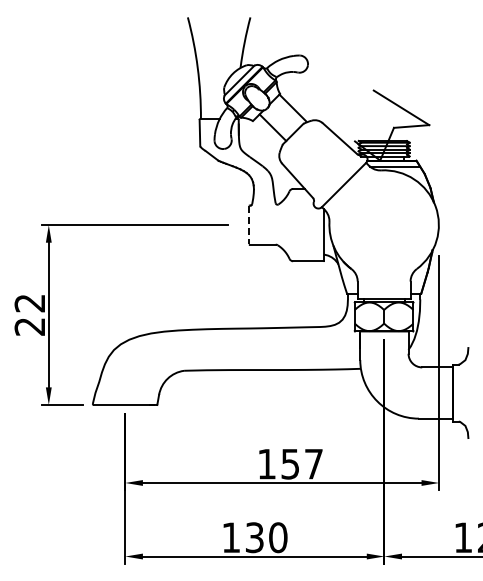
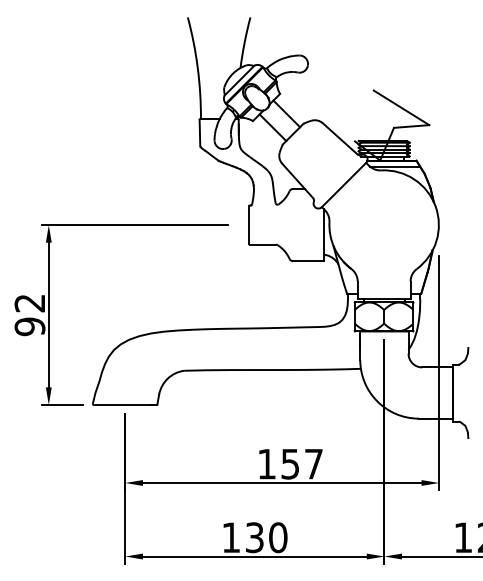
line at (292, 107) position: (292, 107) -> (286, 113)
line at (249, 225): dashed -> solid
text at (29, 326): 22 -> 92
